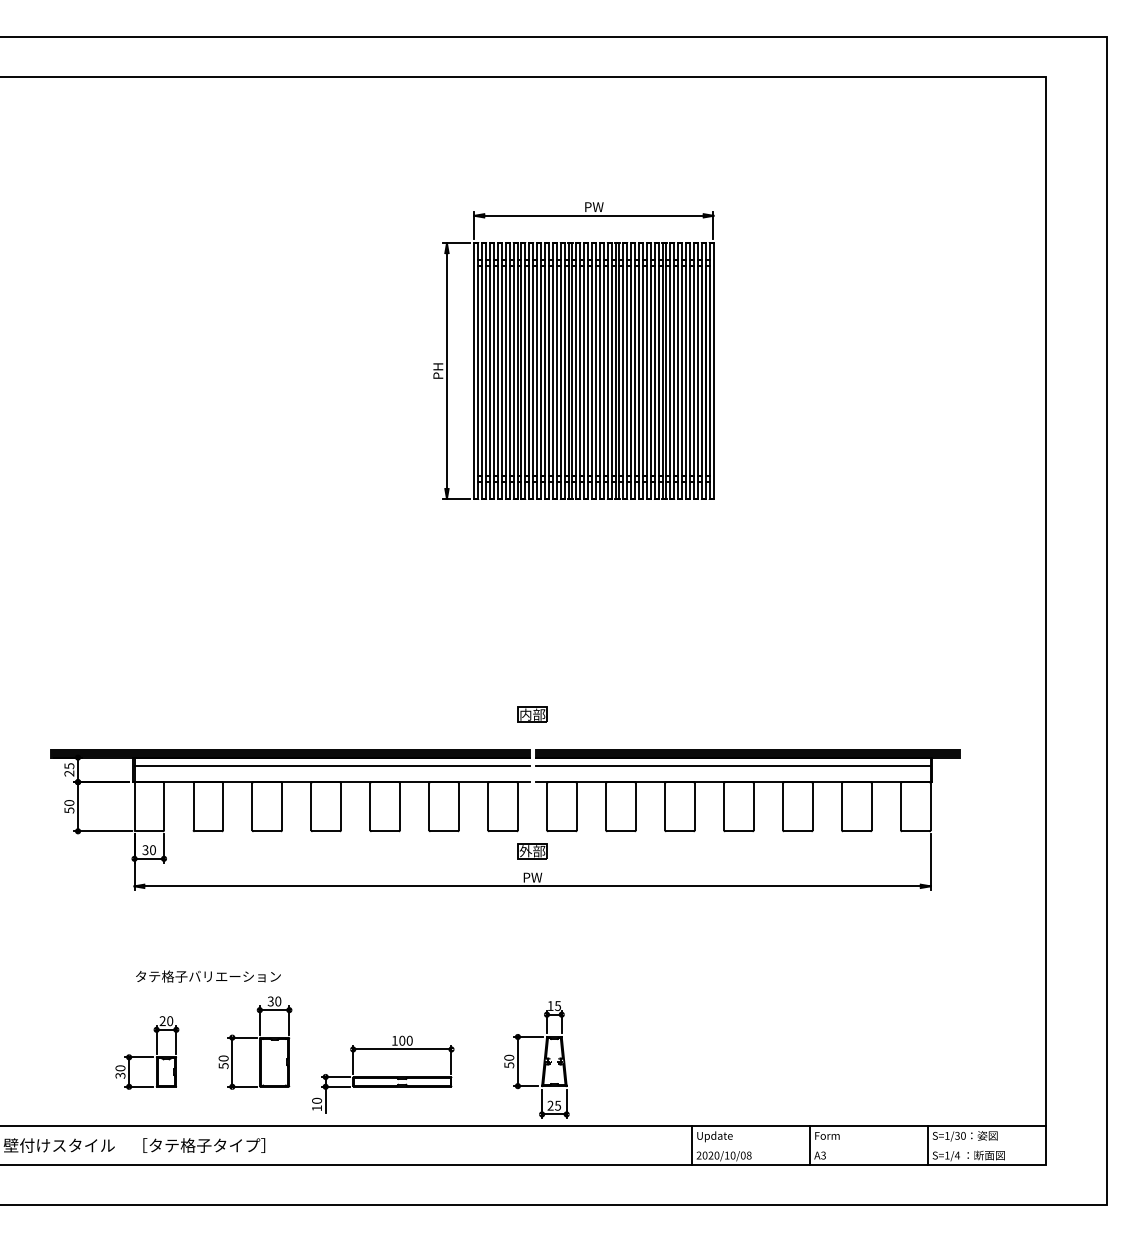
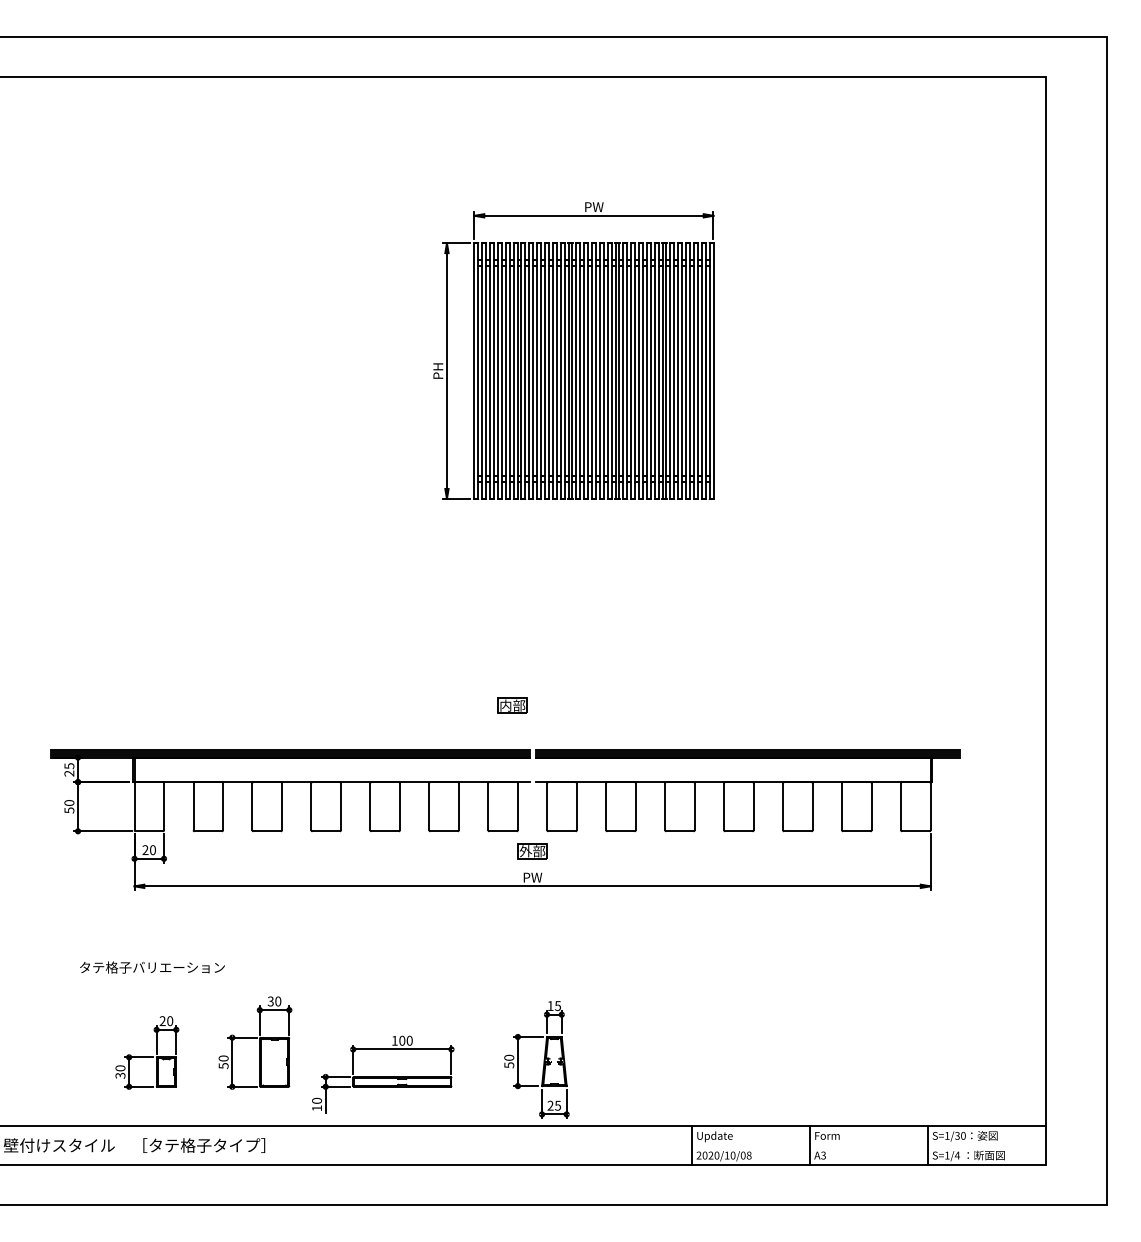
part at (532, 714) position: (532, 714) -> (512, 705)
line at (331, 765): present -> none
line at (732, 765): present -> none
text at (145, 850): 30 -> 20
text at (208, 976) position: (208, 976) -> (152, 967)
